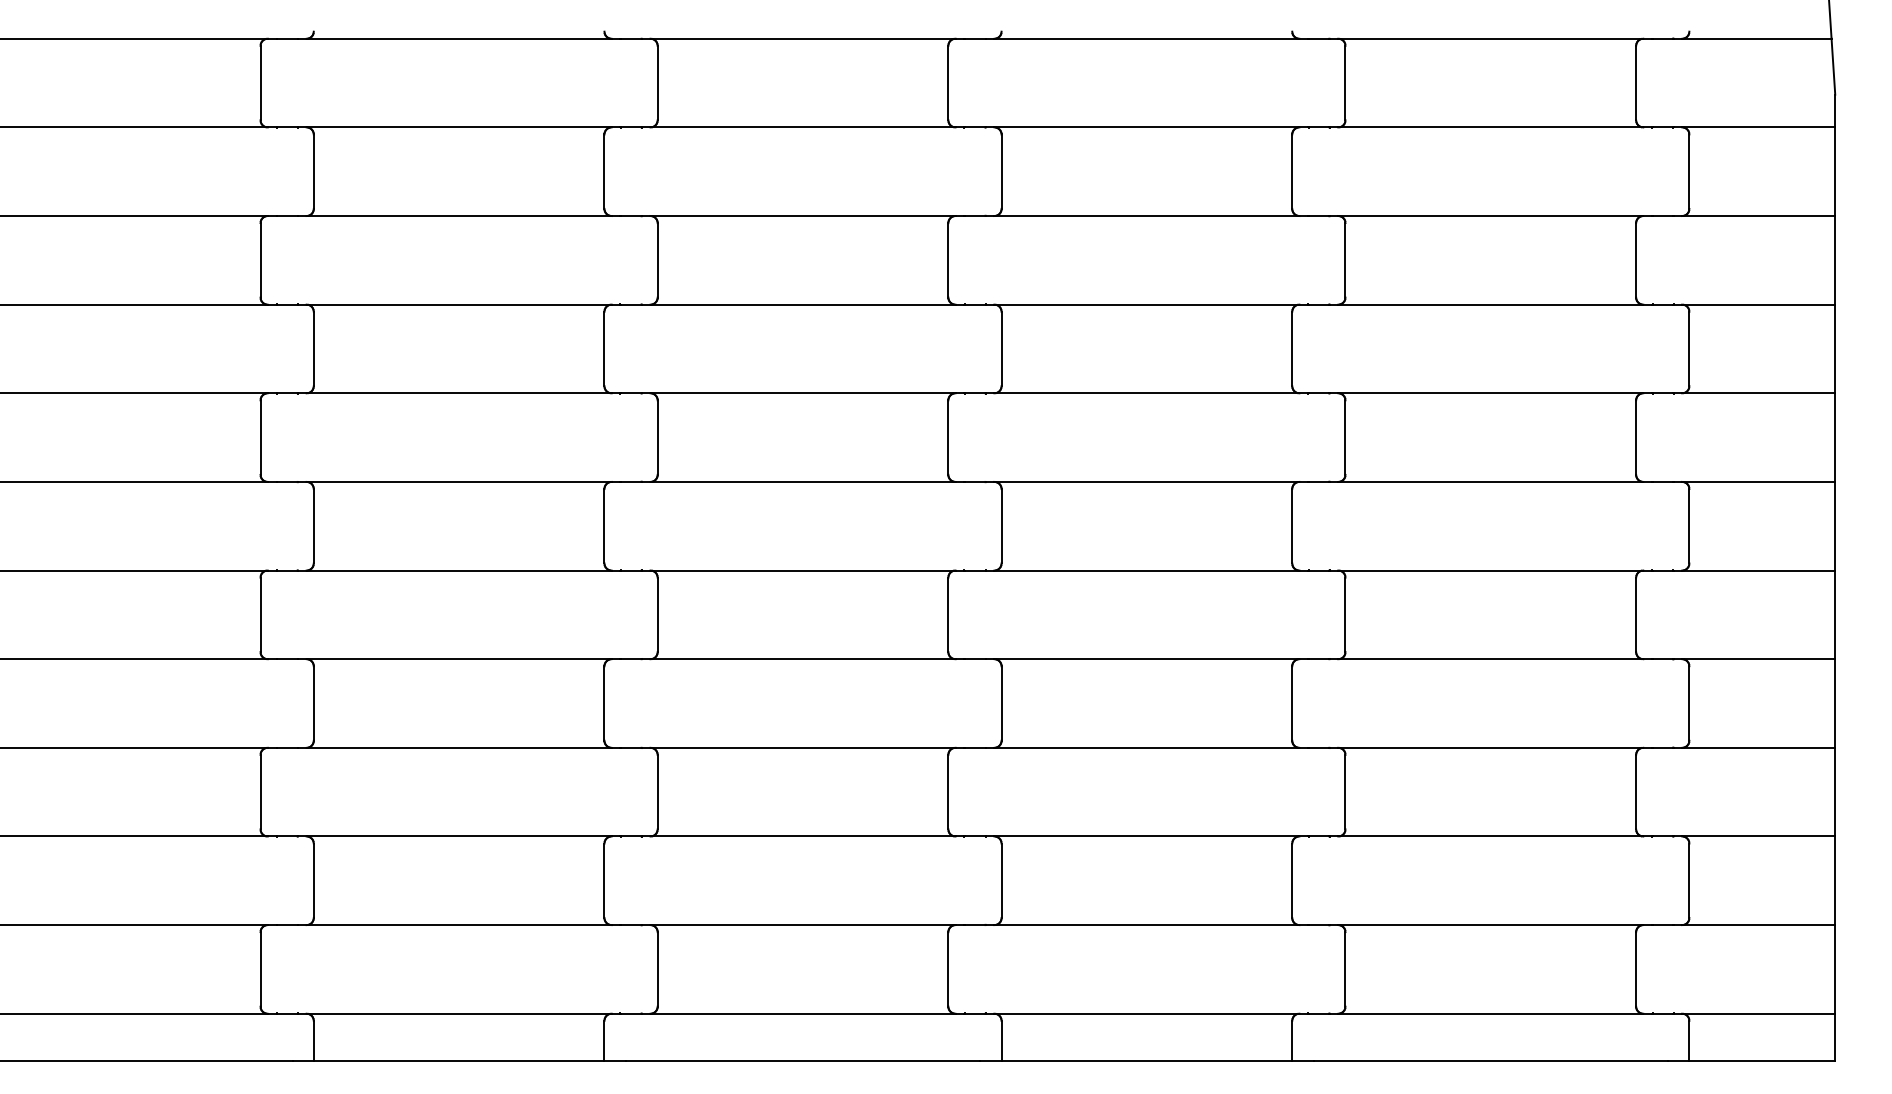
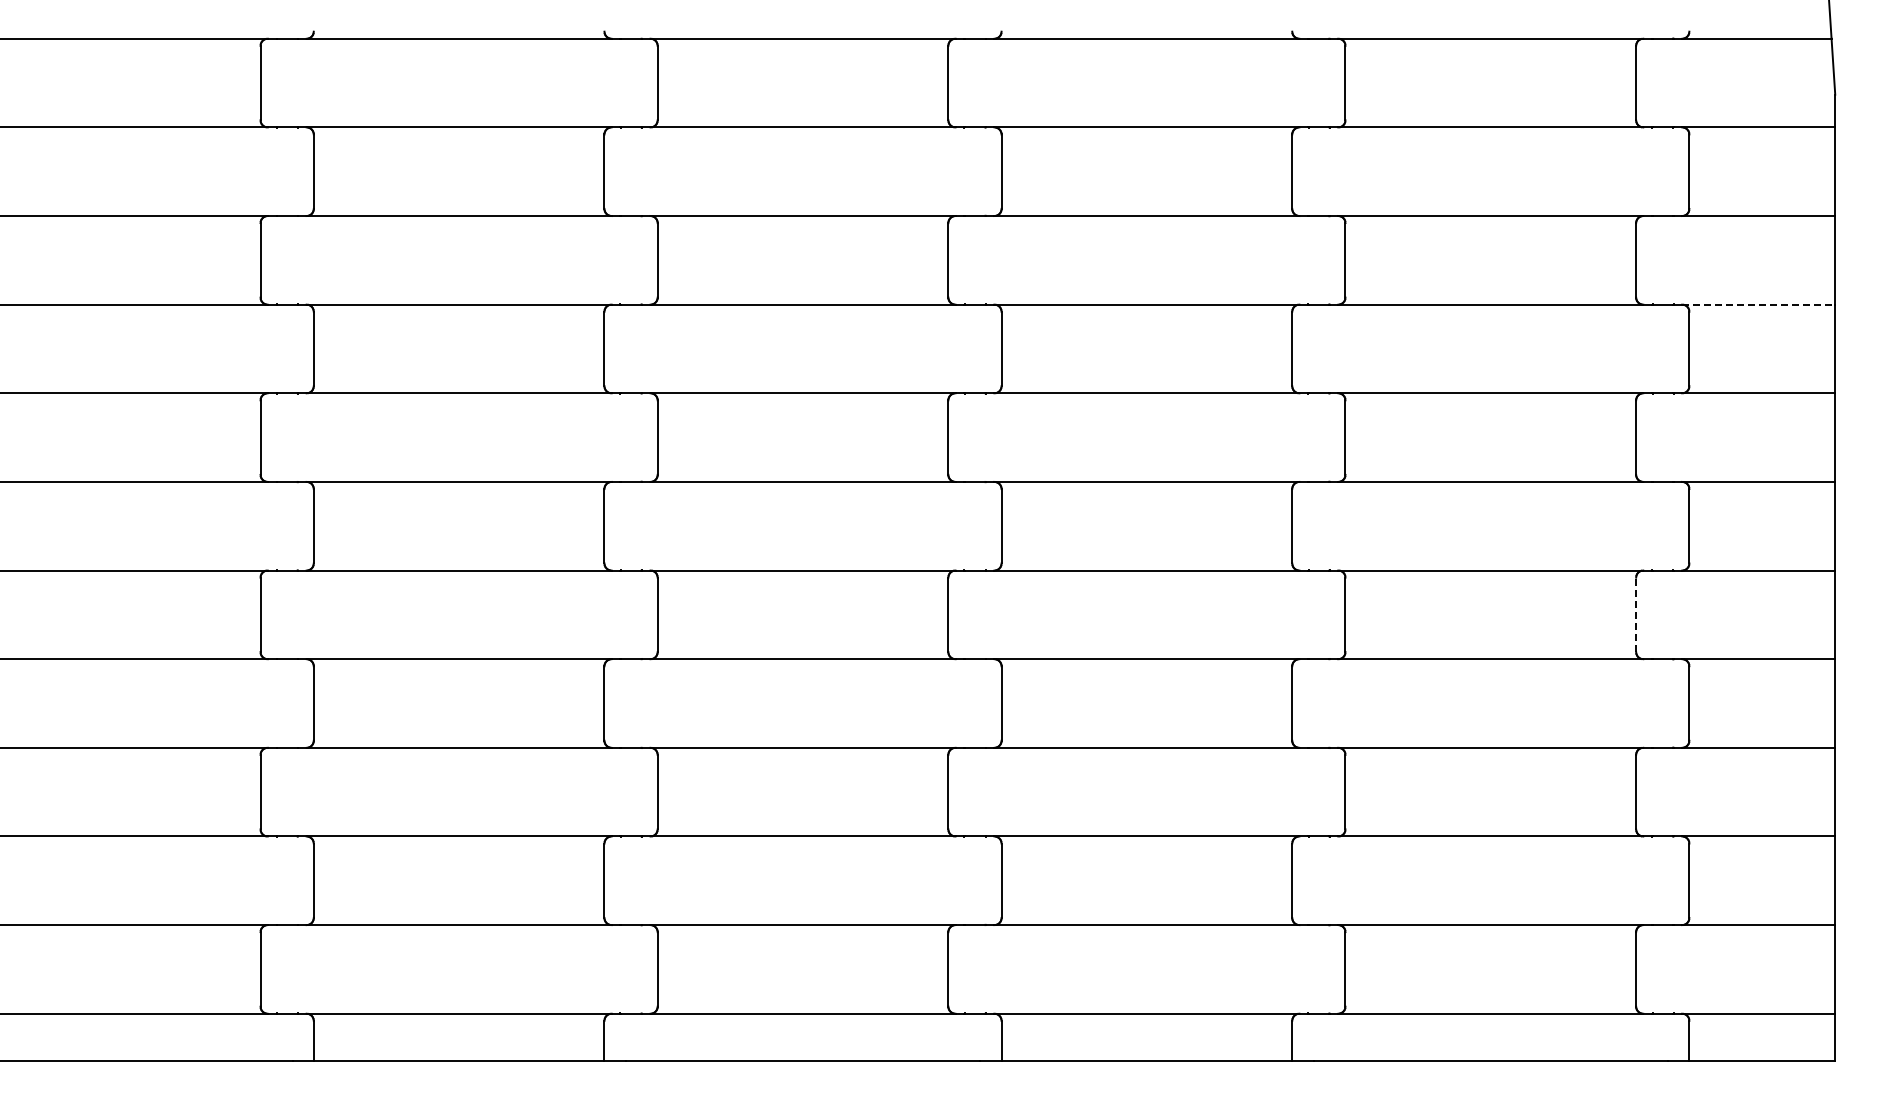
line at (1758, 304): solid -> dashed
line at (1636, 614): solid -> dashed
